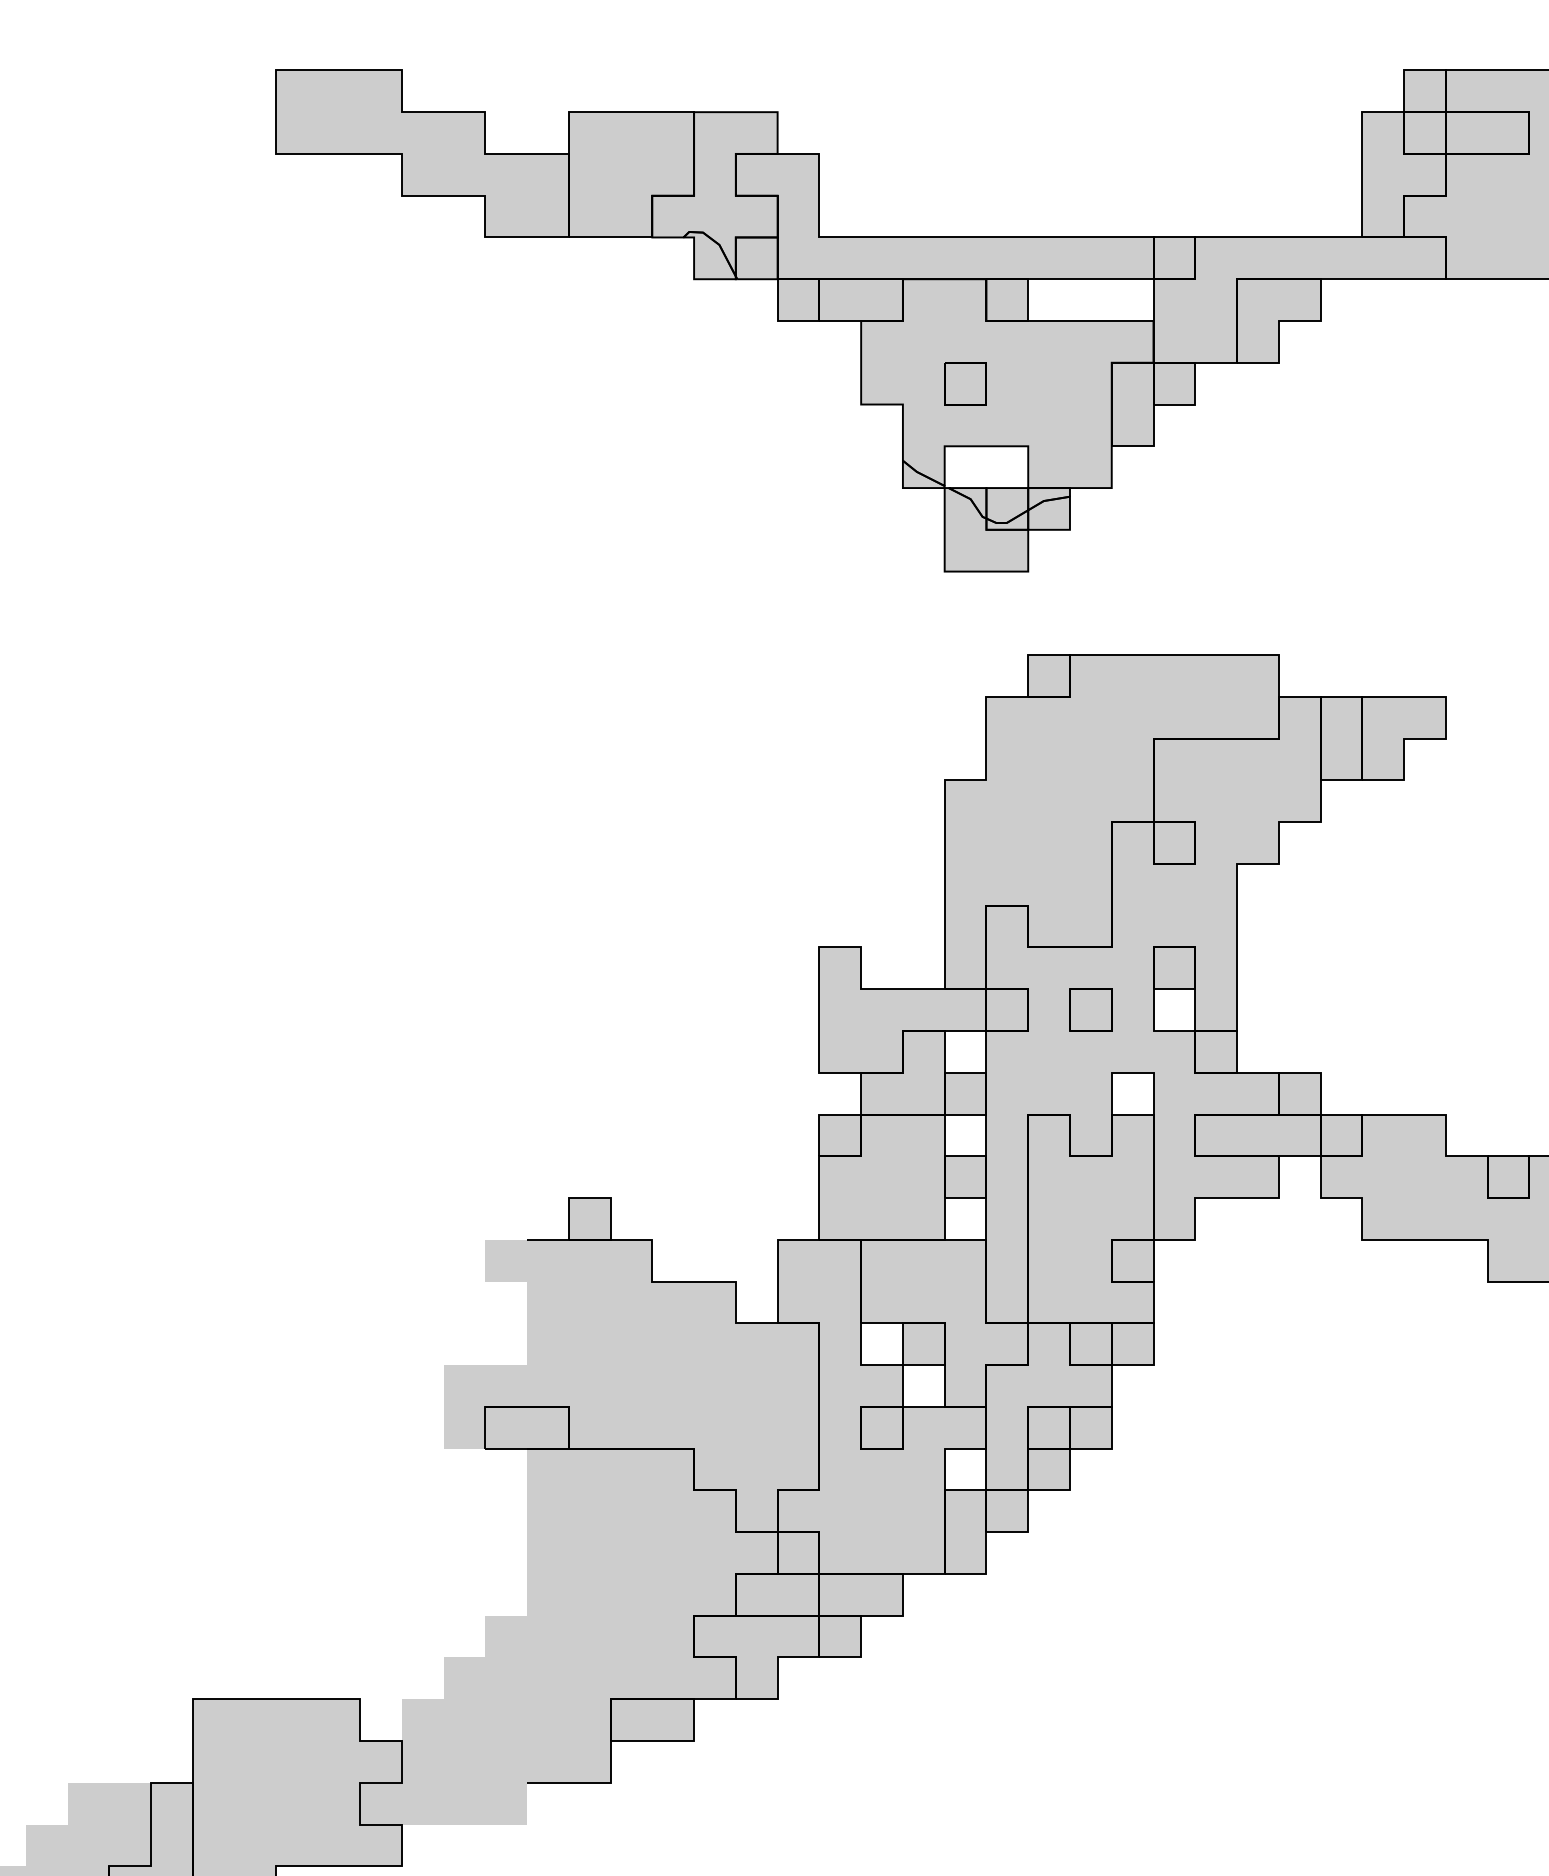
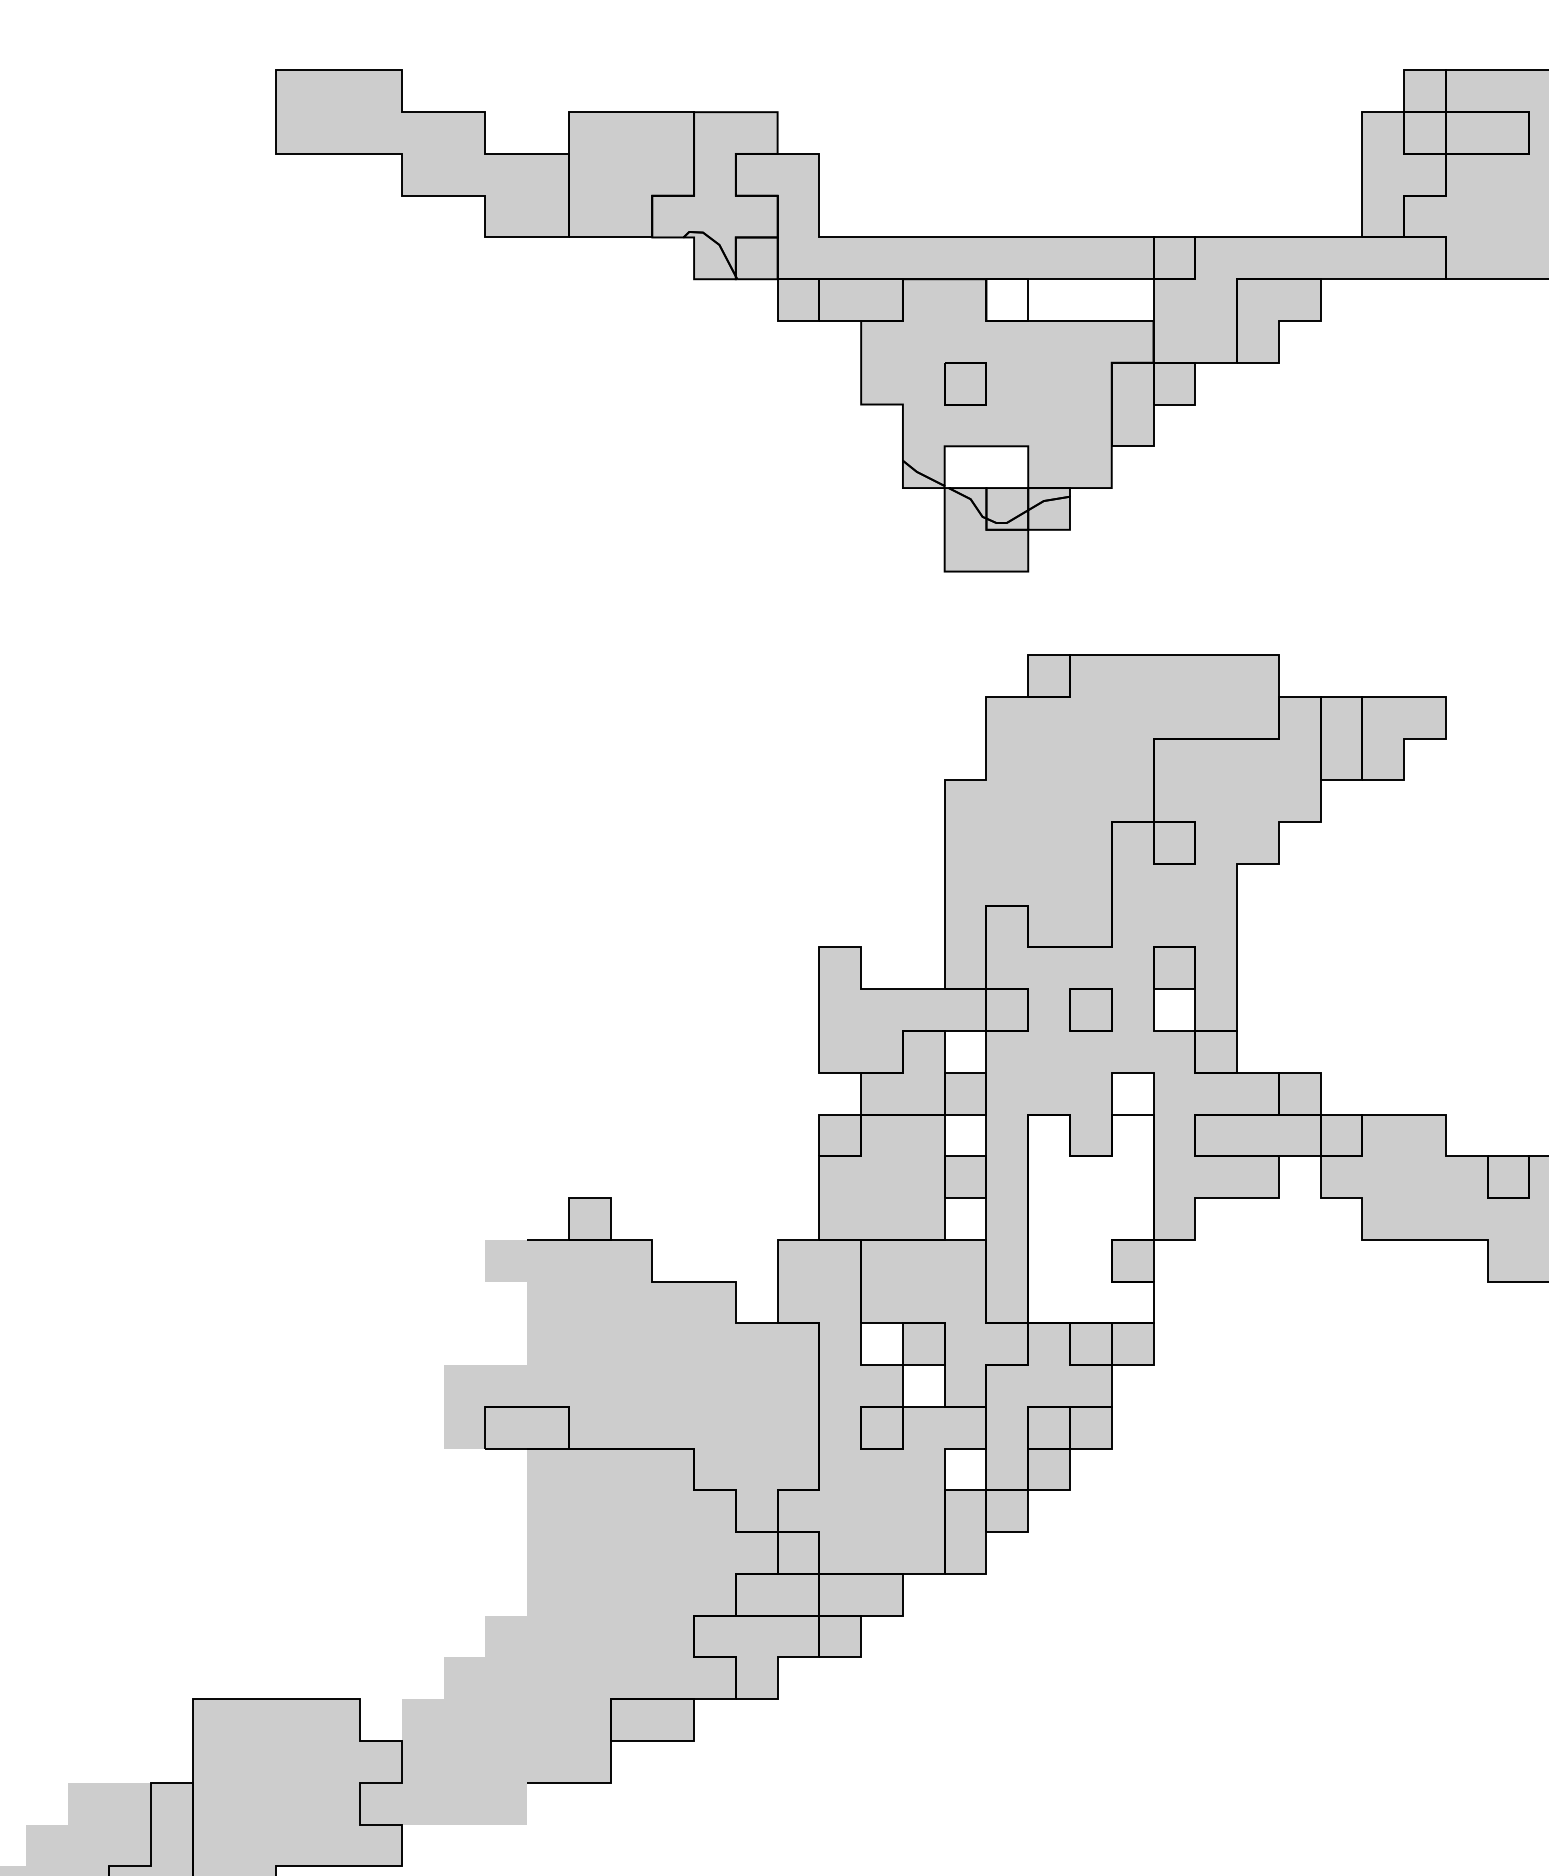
fill at (1007, 299): present -> none
fill at (1090, 1218): present -> none
